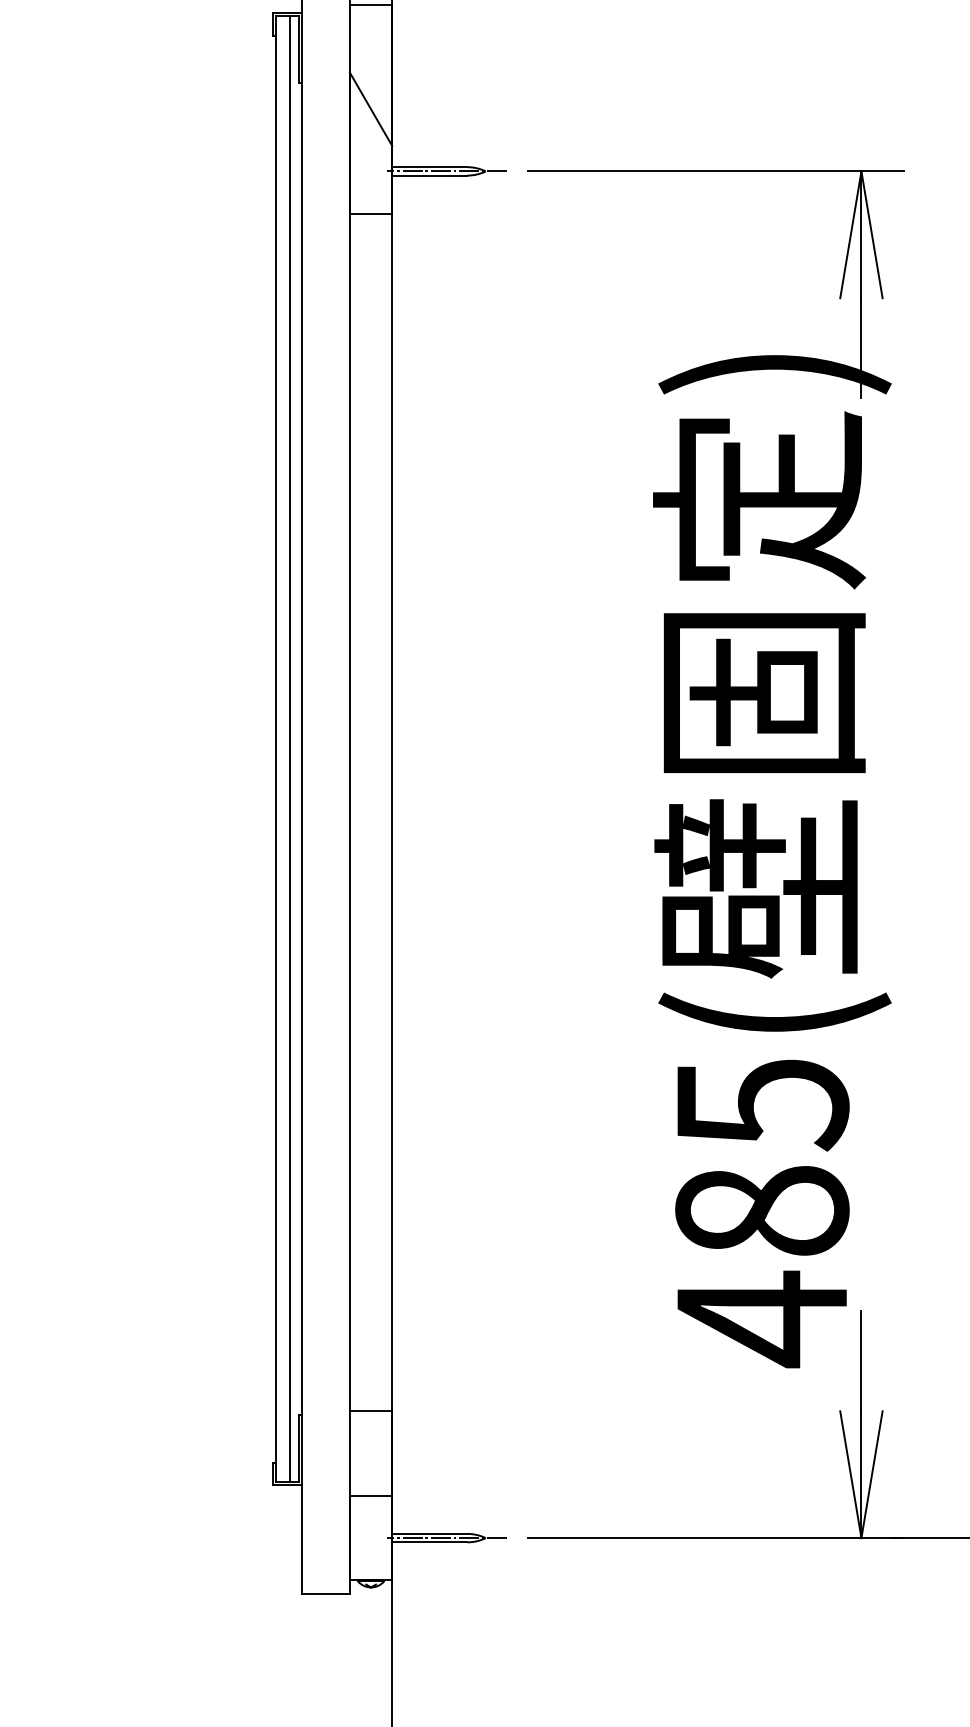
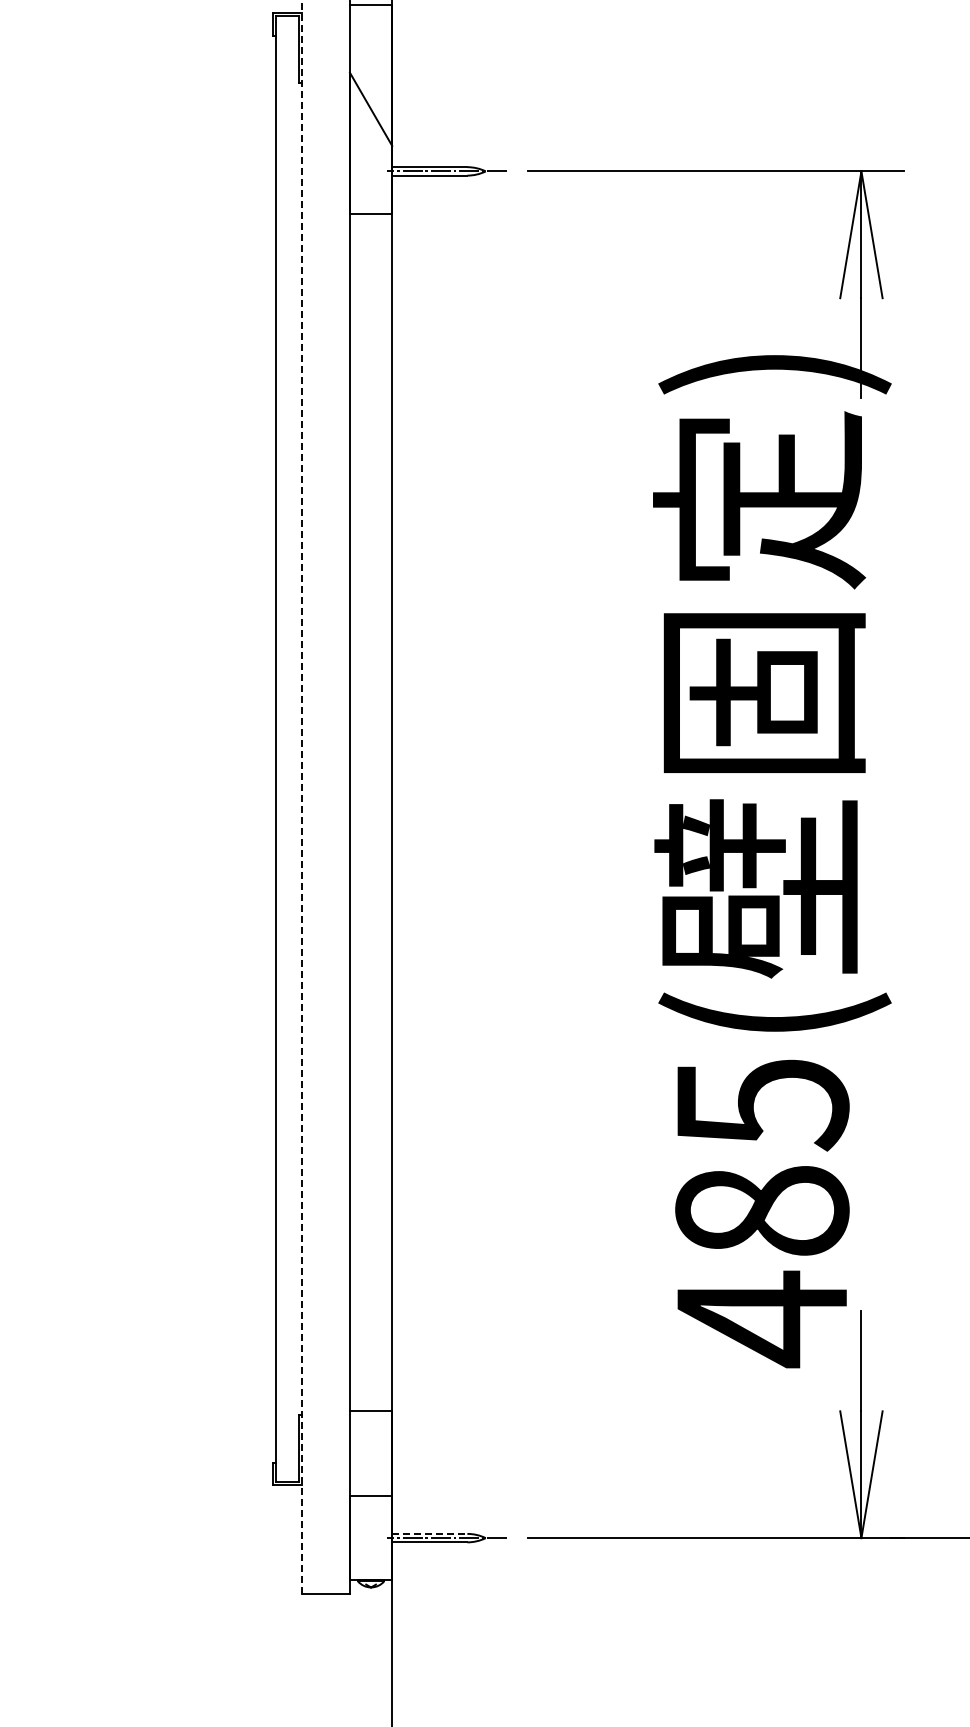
line at (290, 748): present -> none
line at (302, 797): solid -> dashed
line at (429, 1533): solid -> dashed
